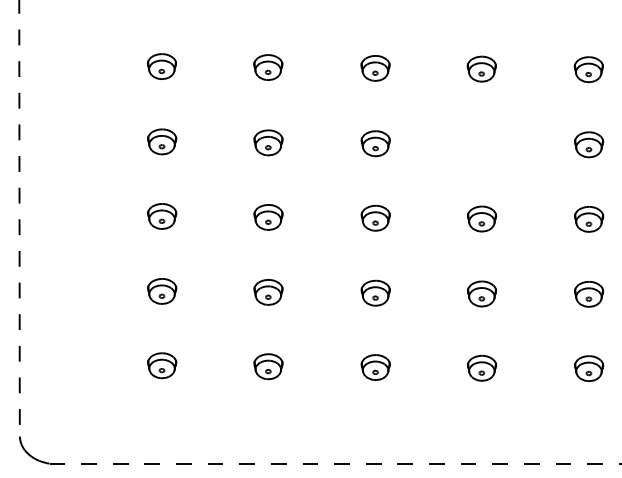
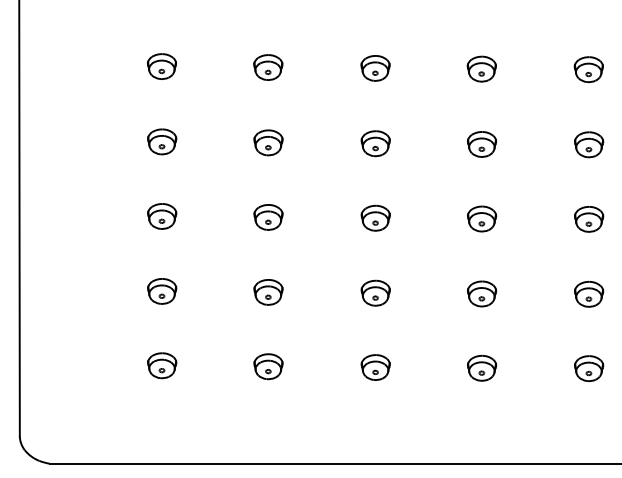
part at (482, 144): none -> present
line at (19, 218): dashed -> solid
line at (335, 463): dashed -> solid
